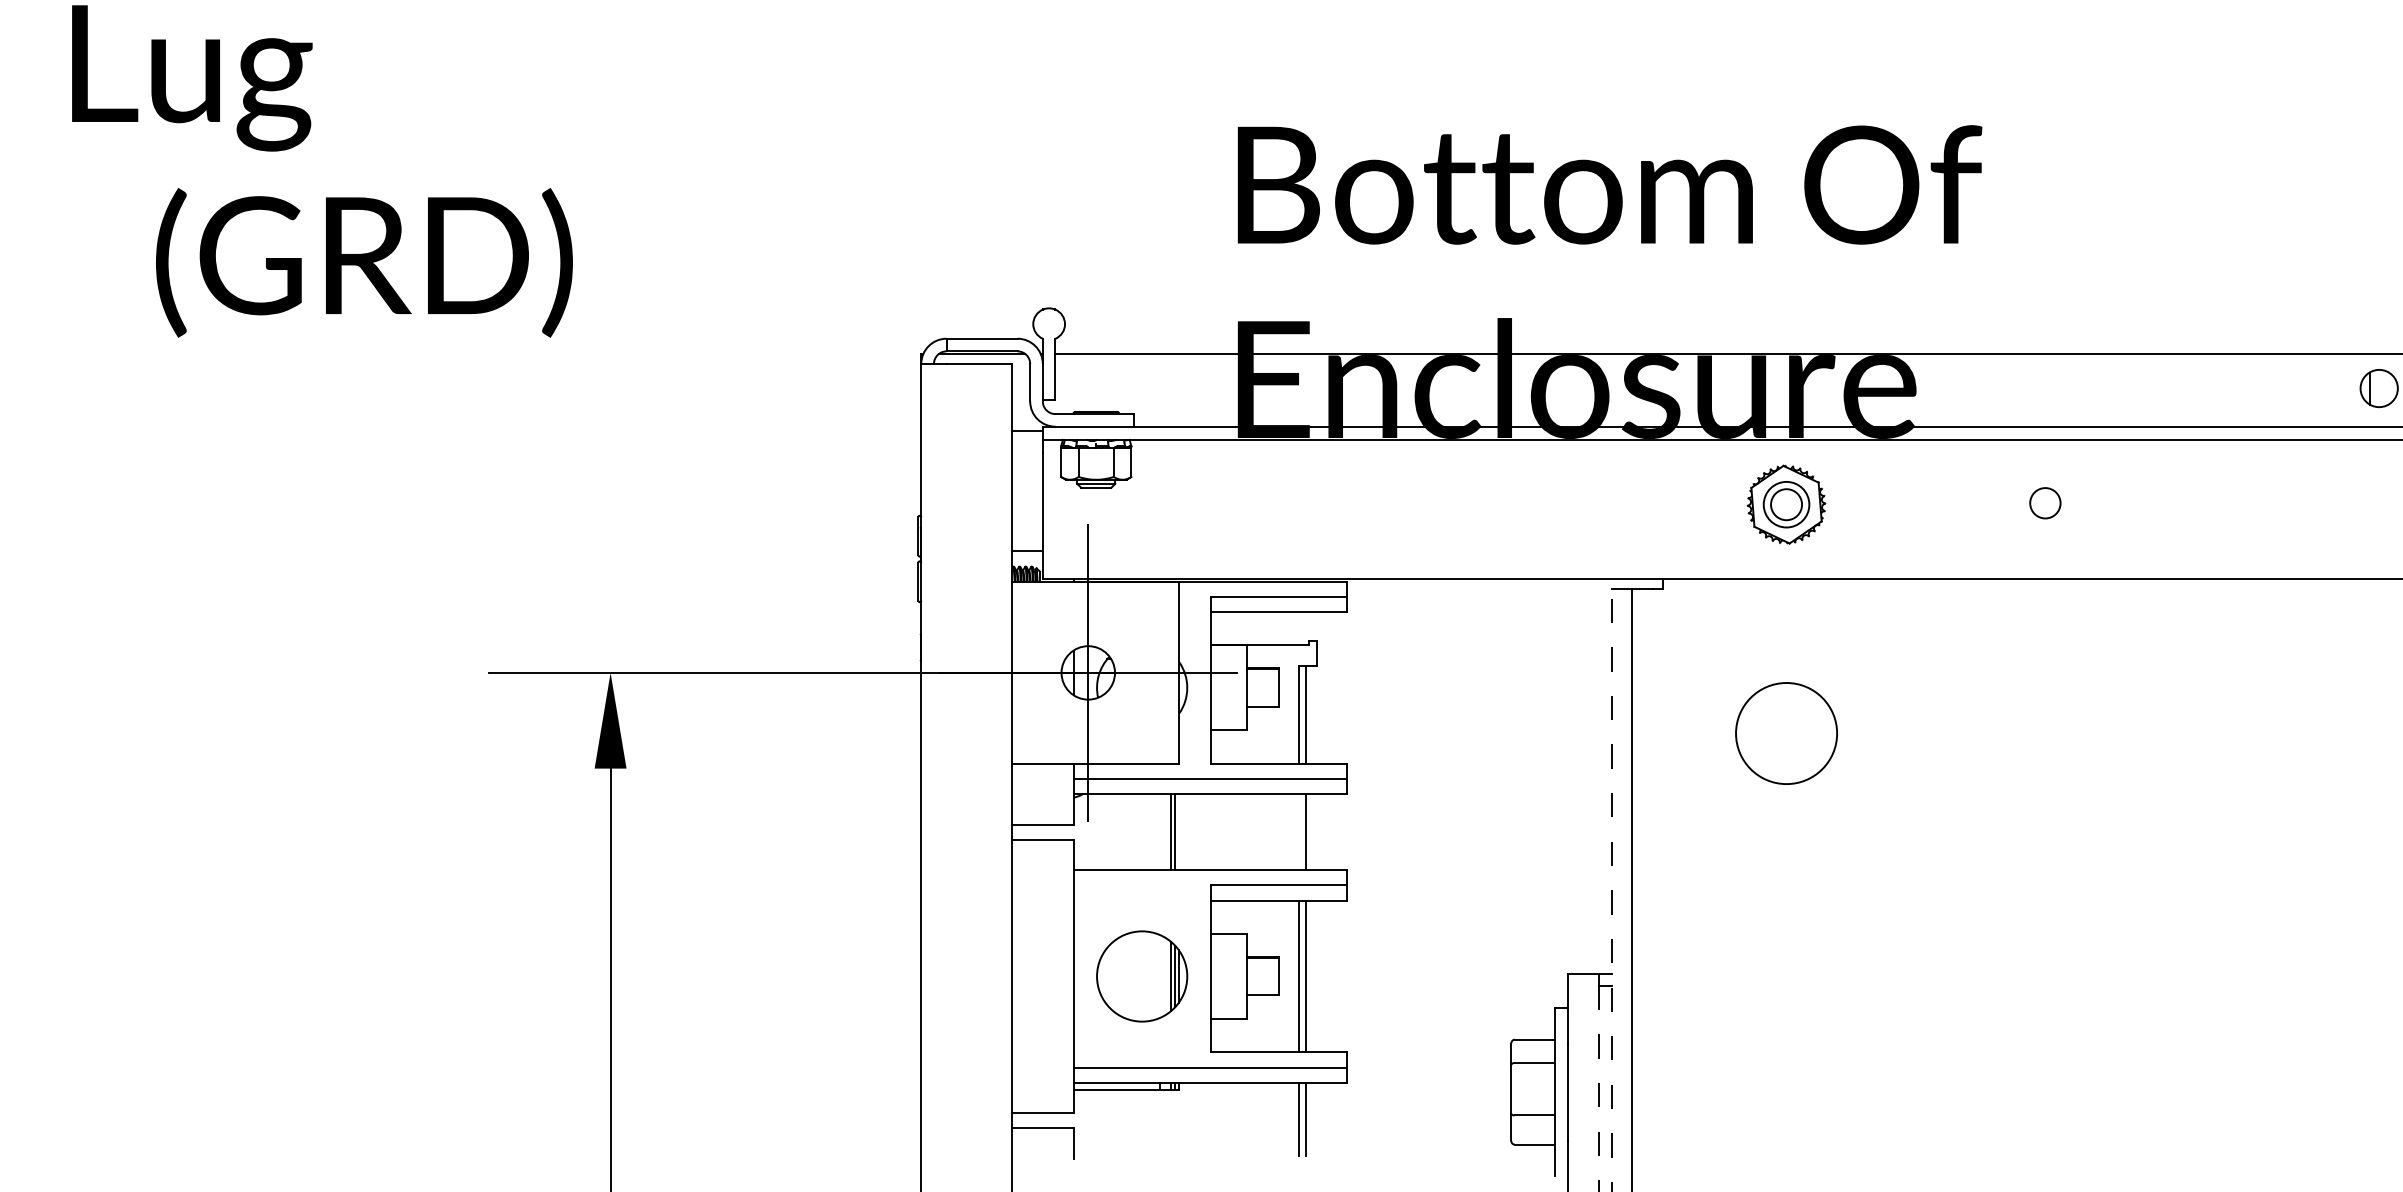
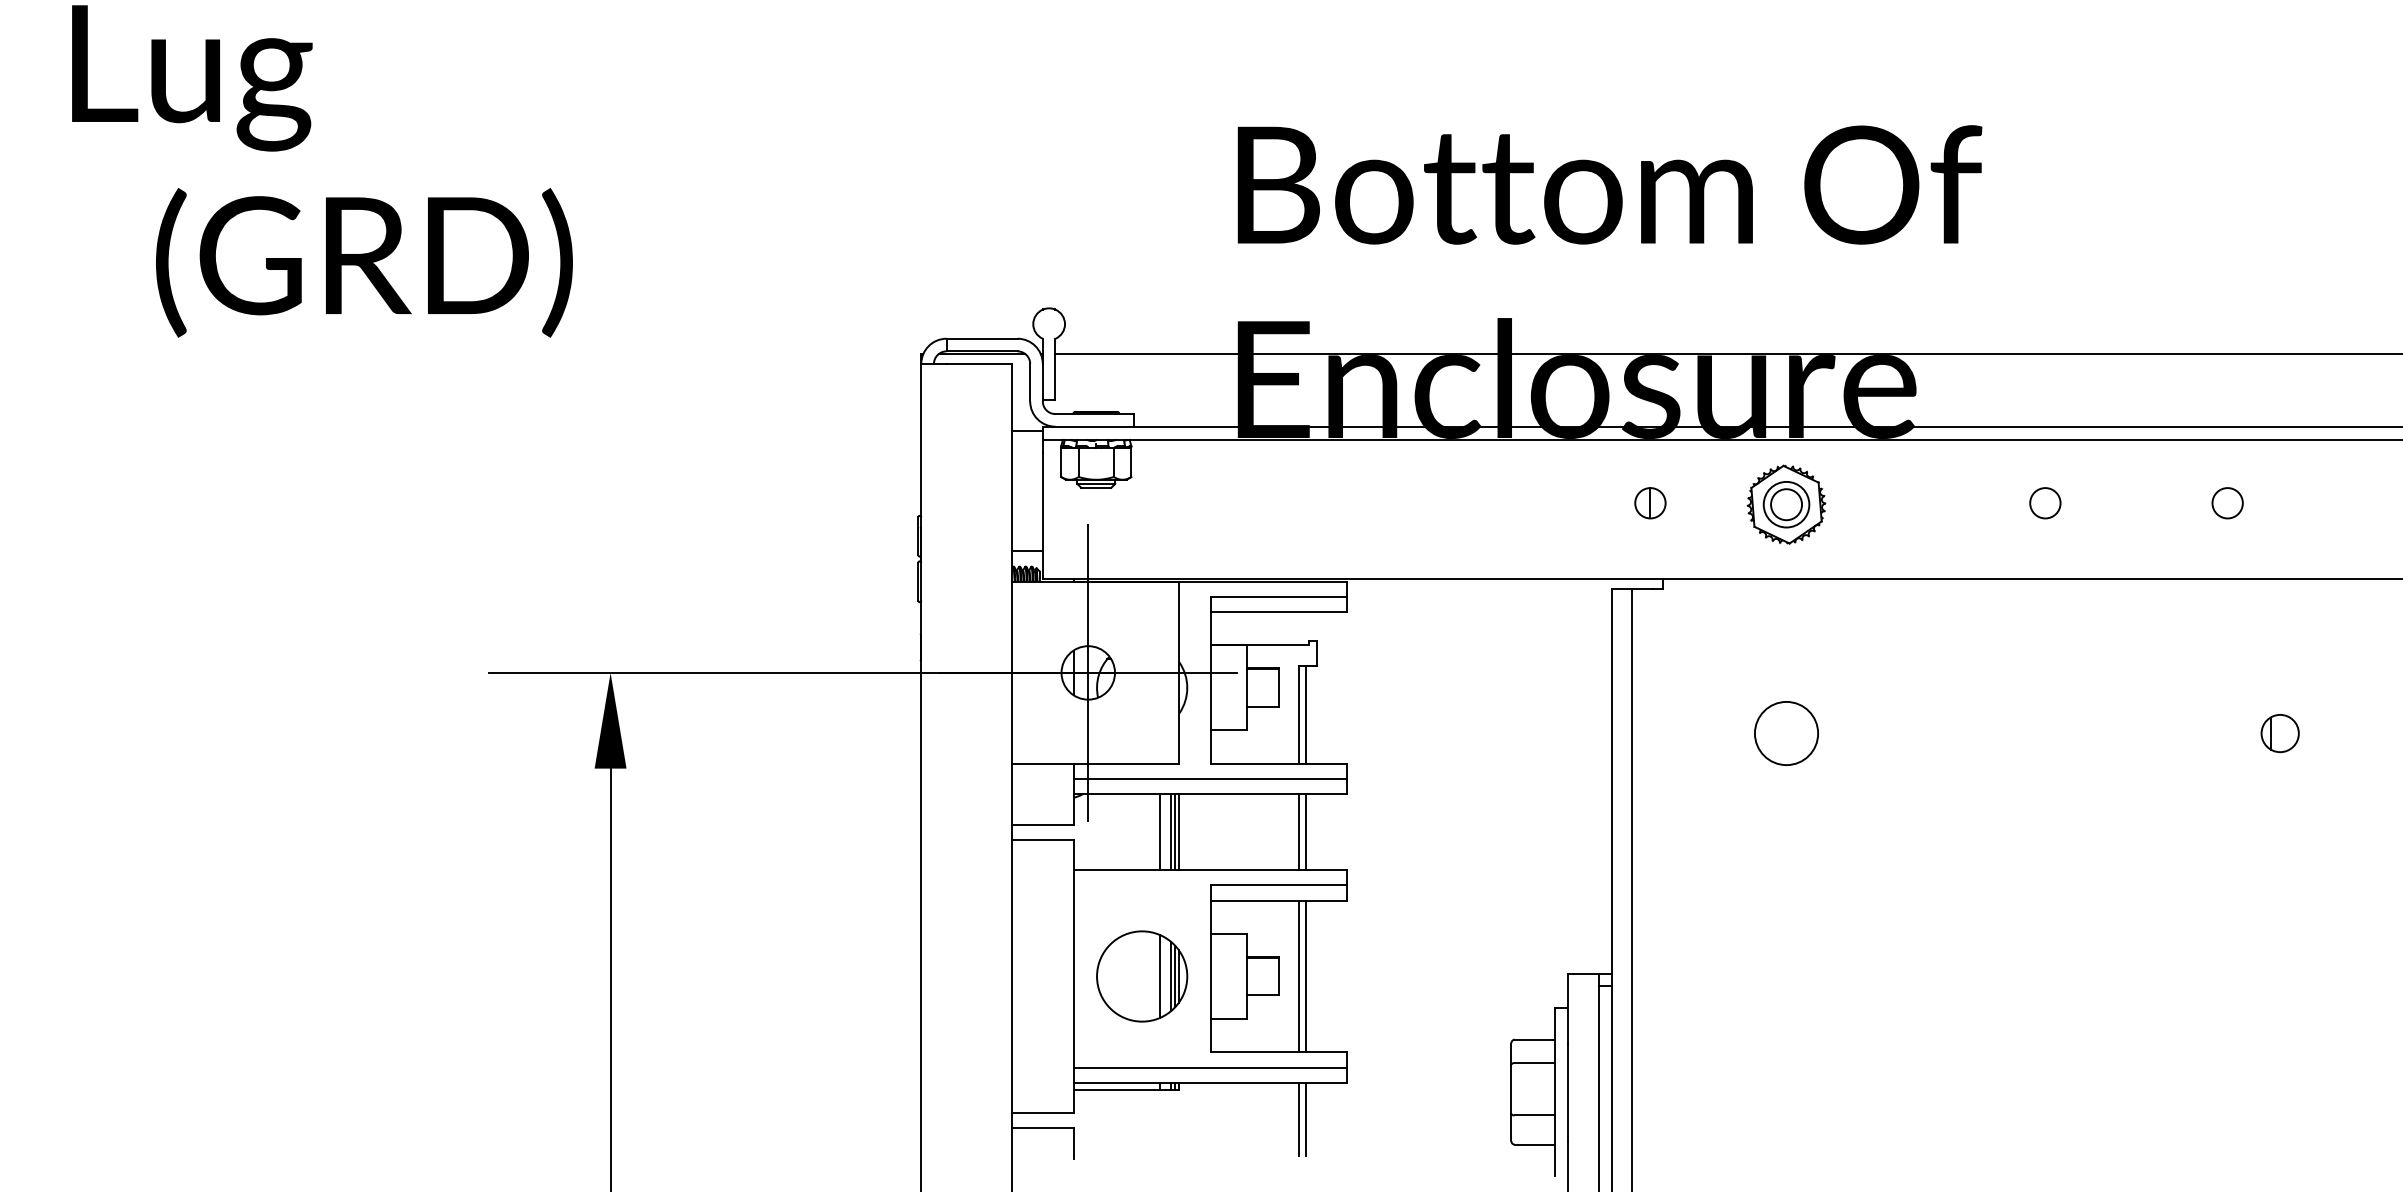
part at (2378, 388) position: (2378, 388) -> (2279, 733)
part at (1650, 503): none -> present
circle at (2227, 503): none -> present
circle at (1786, 733) size: 103x103 px -> 65x65 px
line at (1160, 832): none -> present
line at (1178, 832): none -> present
line at (1298, 832): none -> present
line at (1611, 889): dashed -> solid
line at (1160, 976): none -> present
line at (1598, 1088): dashed -> solid
